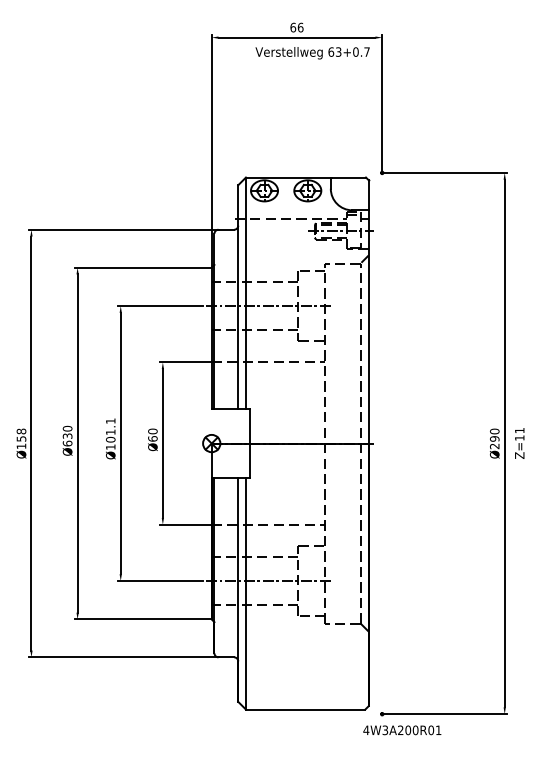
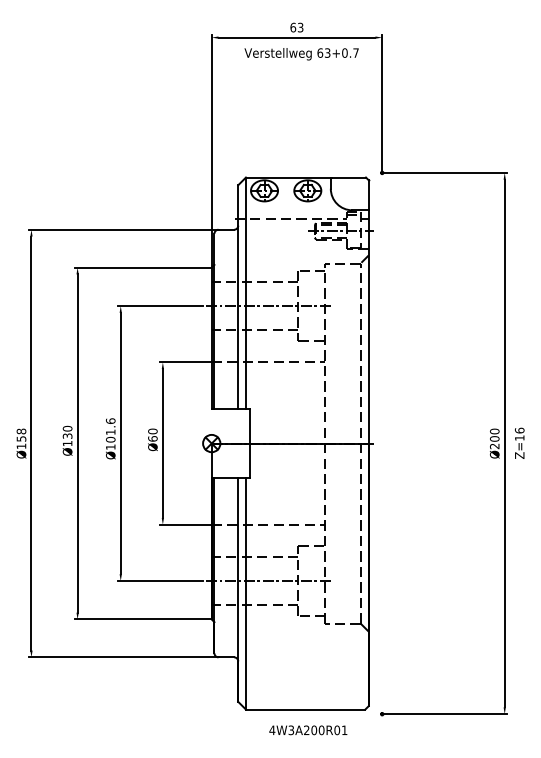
text at (300, 27): 66 -> 63
text at (312, 53) position: (312, 53) -> (301, 54)
text at (110, 420): Ø101.1 -> Ø101.6
text at (519, 430): Z=11 -> Z=16
text at (494, 438): Ø290 -> Ø200
text at (67, 443): Ø630 -> Ø130
text at (402, 730) position: (402, 730) -> (308, 730)
